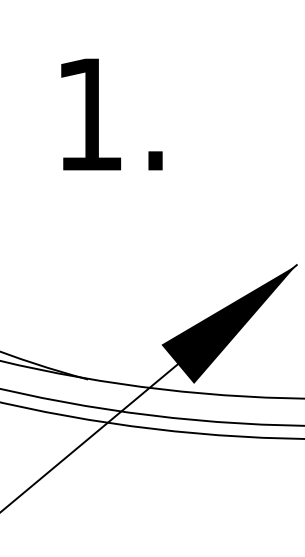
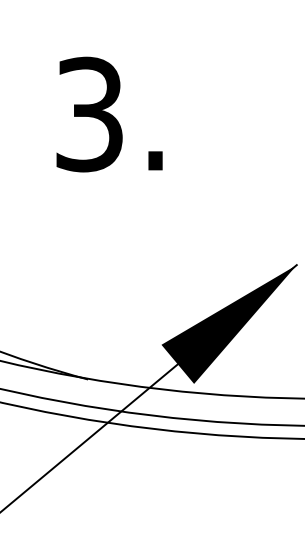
text at (89, 114): 1. -> 3.
